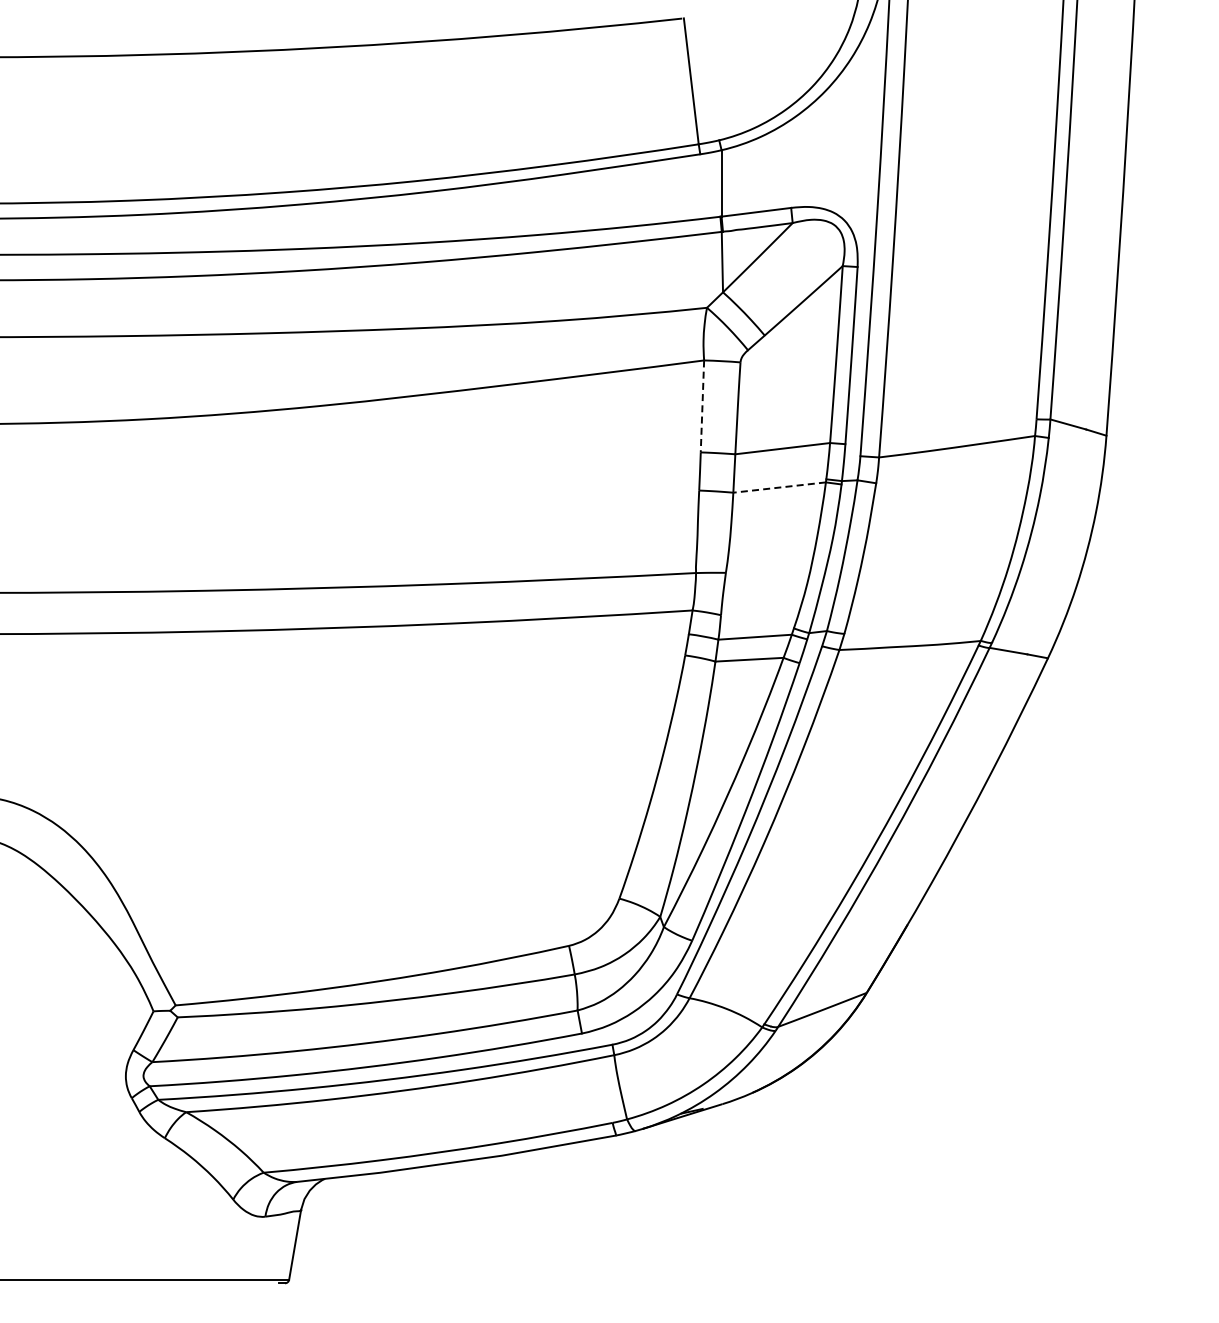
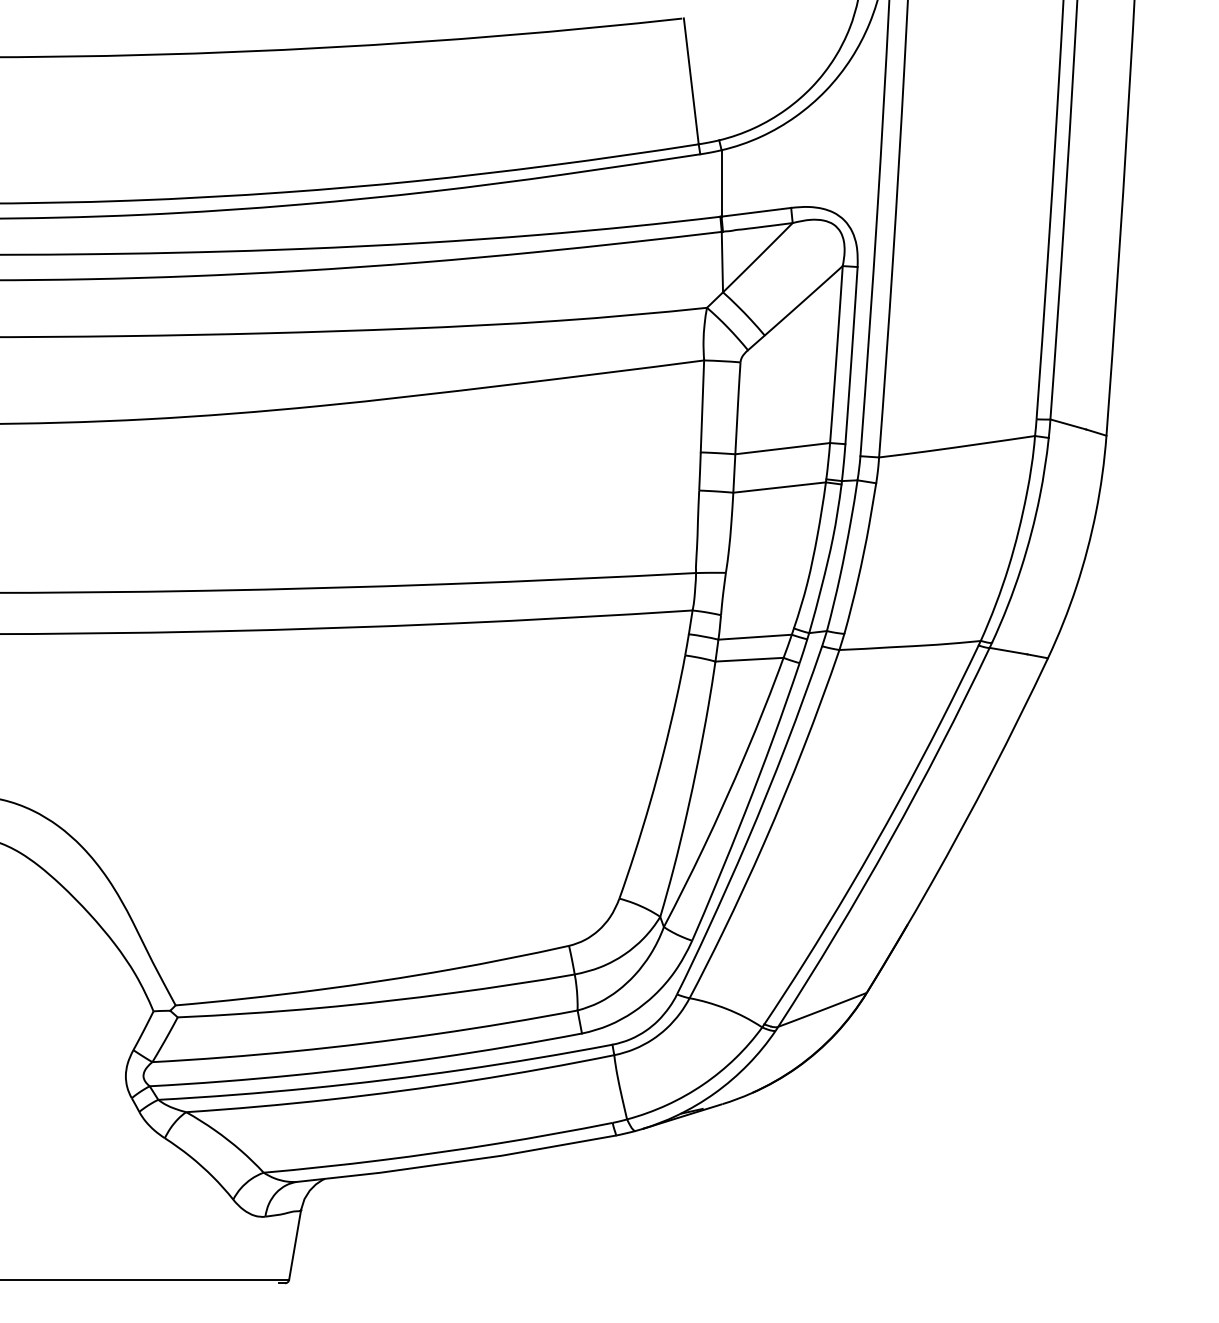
line at (702, 406): dashed -> solid
line at (779, 487): dashed -> solid
